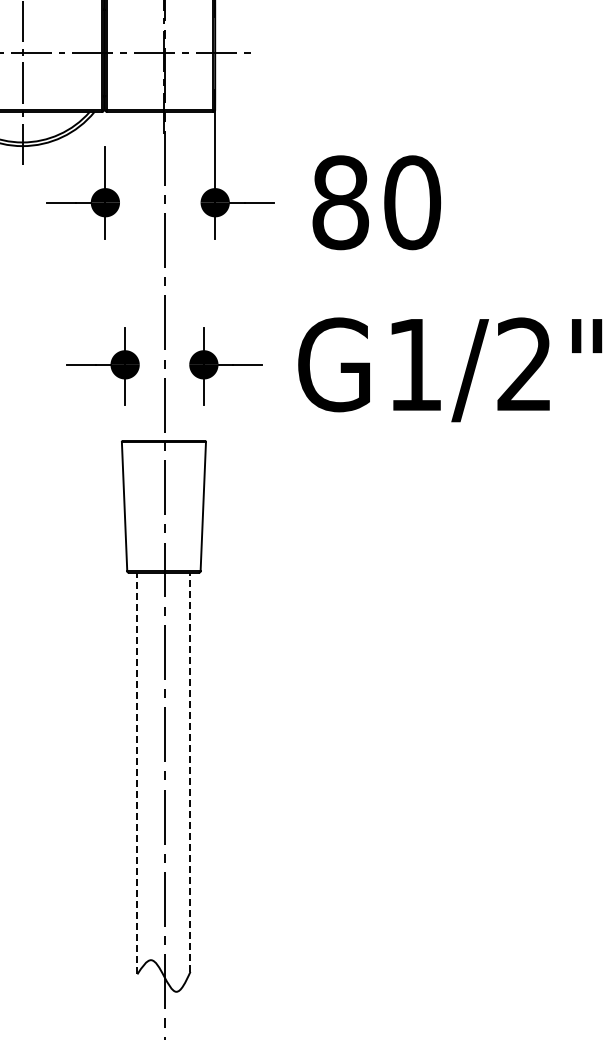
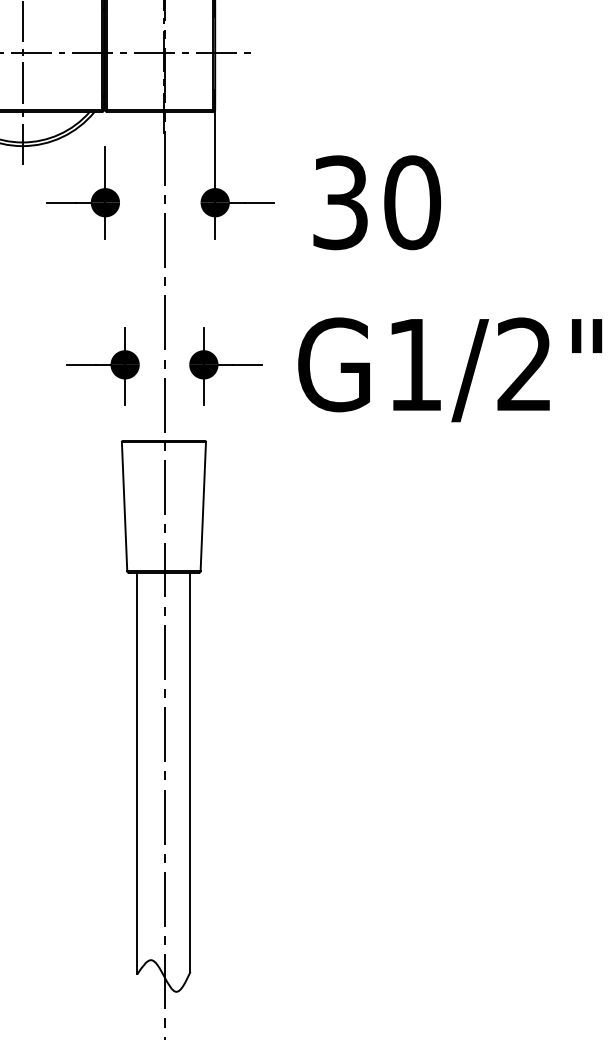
text at (340, 202): 80 -> 30
line at (190, 771): dashed -> solid
line at (137, 773): dashed -> solid
